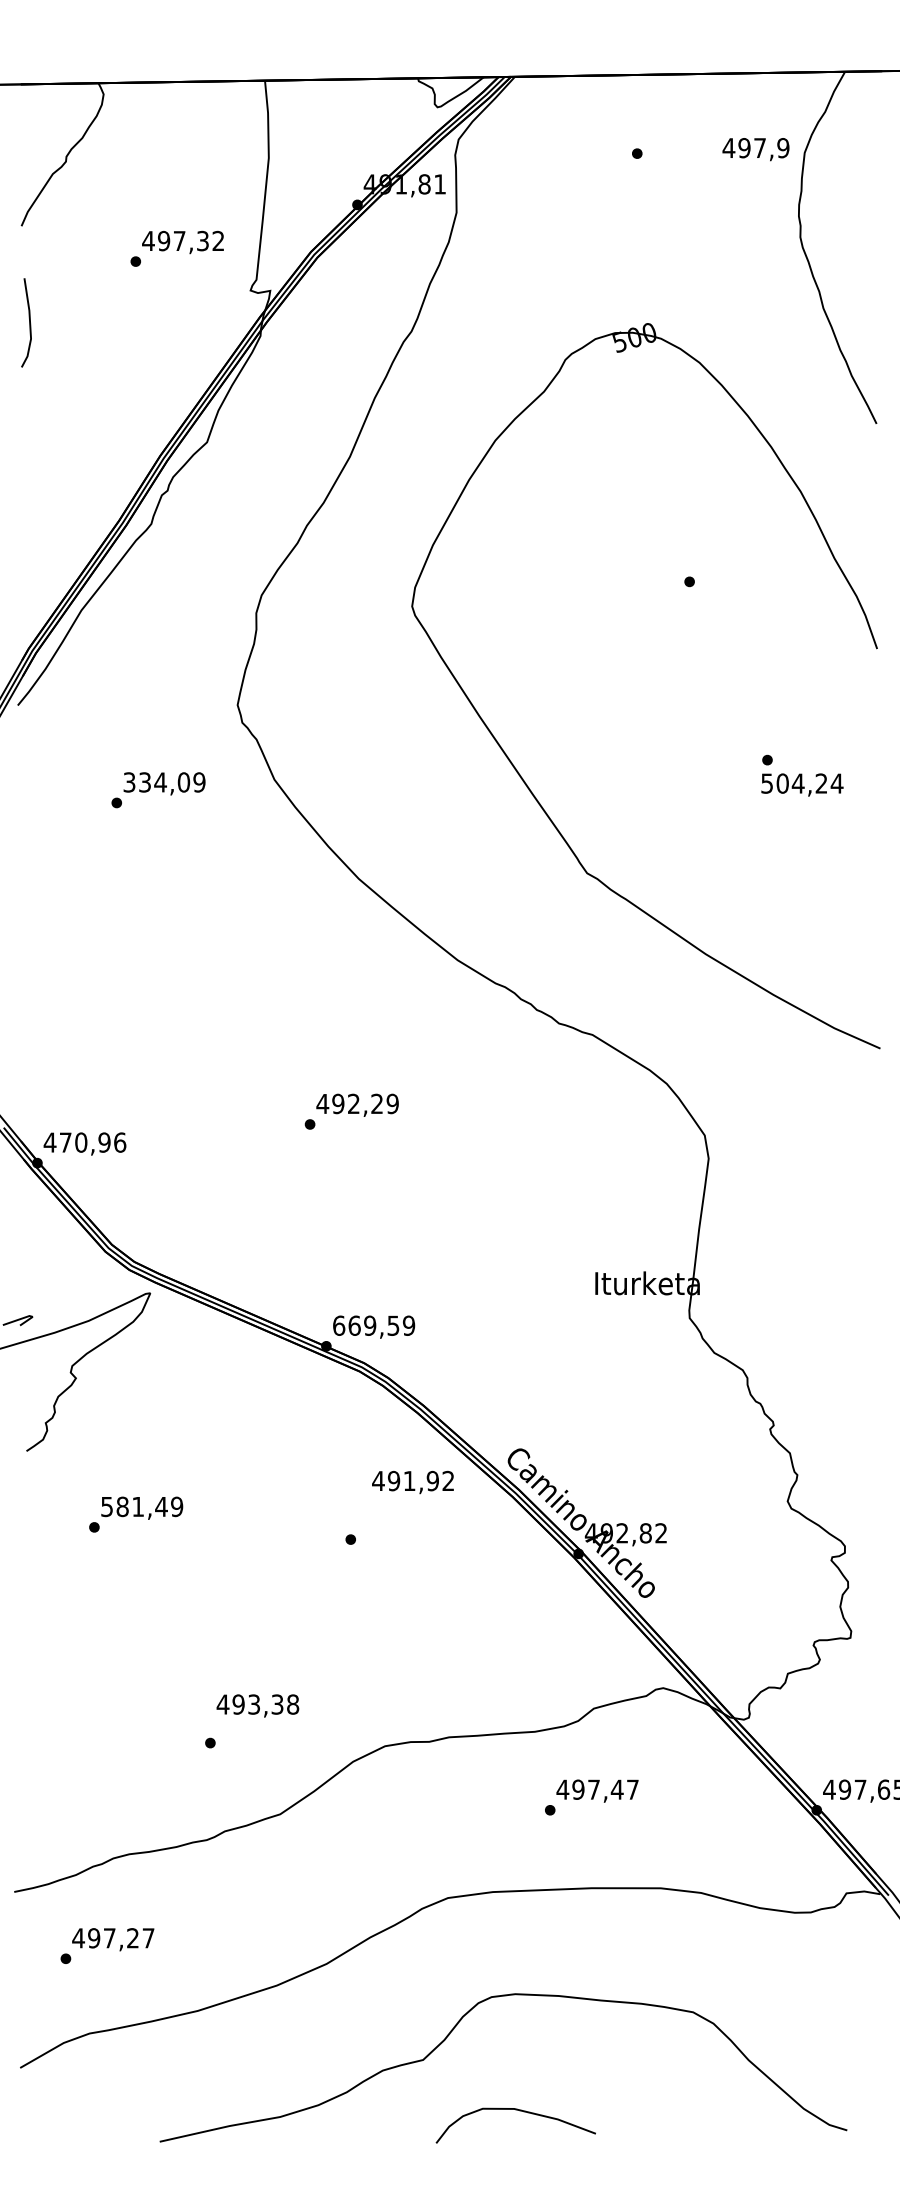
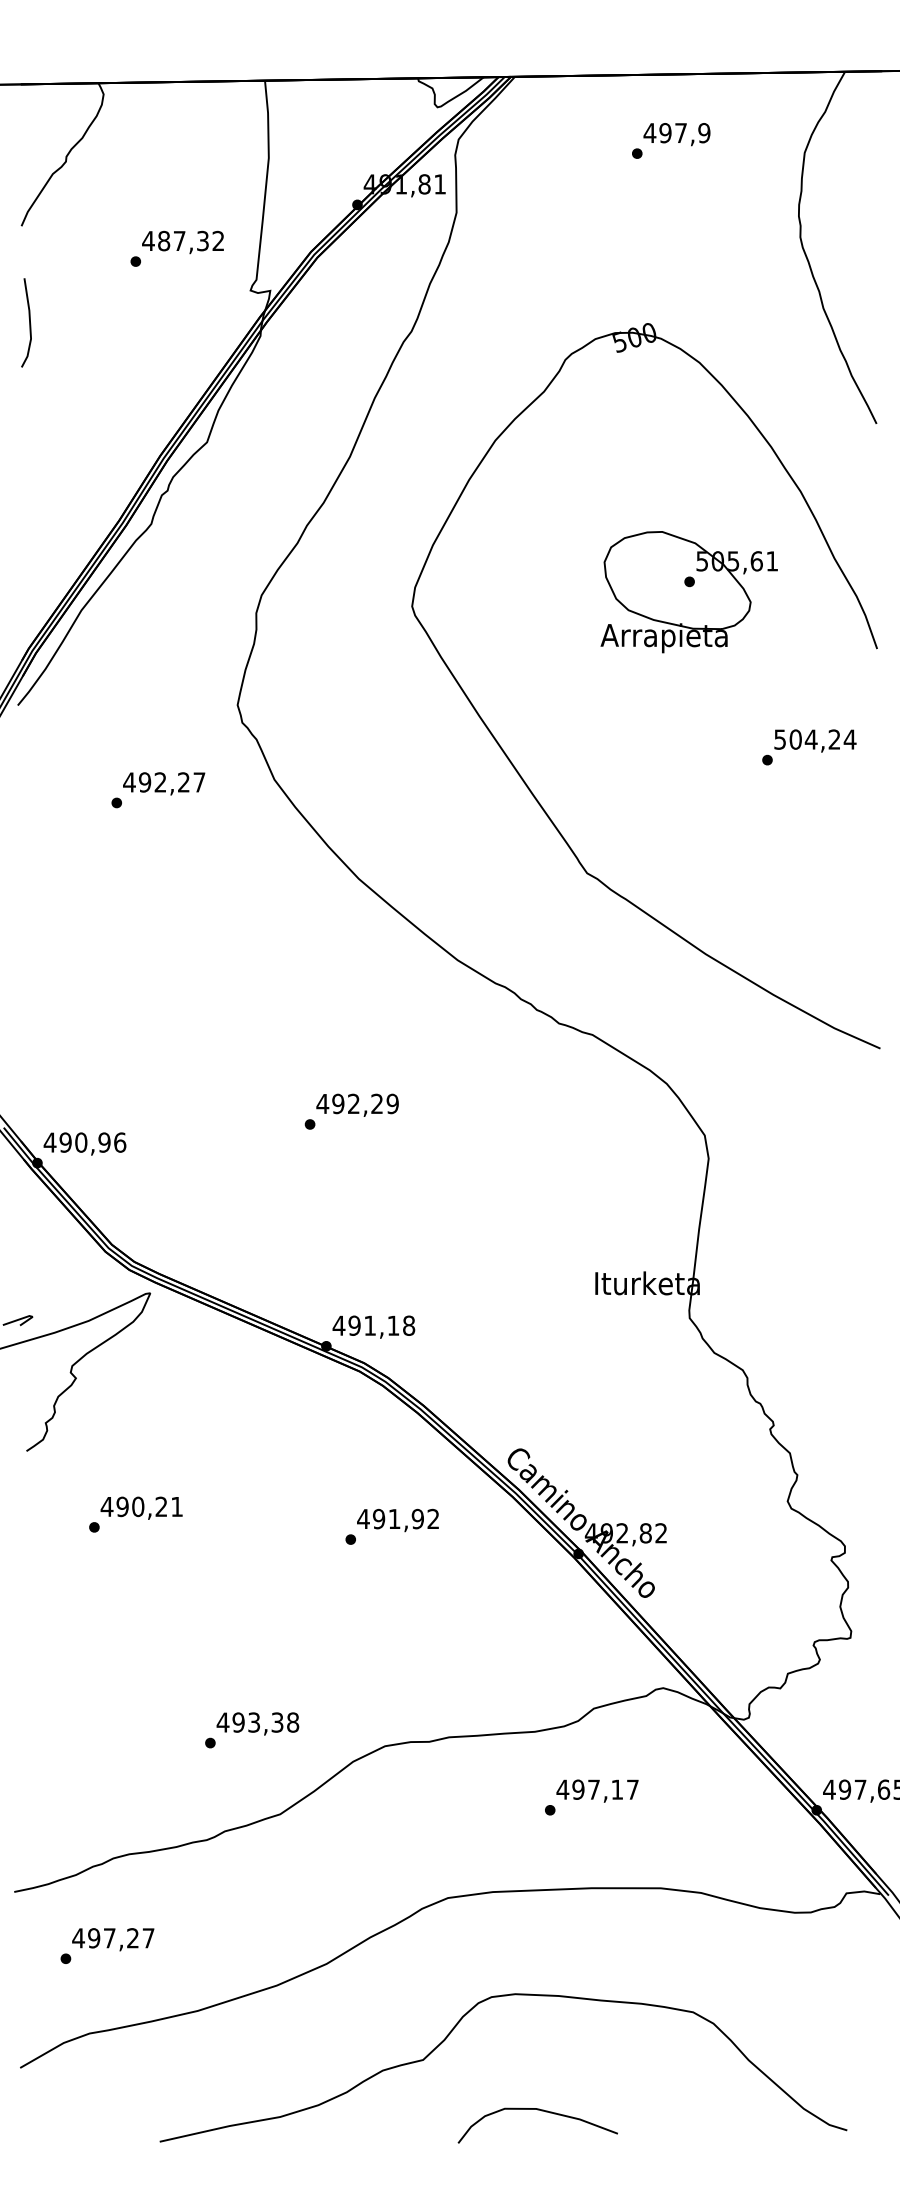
text at (755, 149) position: (755, 149) -> (676, 134)
text at (164, 241): 497,32 -> 487,32
part at (688, 592): none -> present
text at (164, 782): 334,09 -> 492,27
text at (802, 784) position: (802, 784) -> (815, 740)
text at (65, 1142): 470,96 -> 490,96
text at (373, 1325): 669,59 -> 491,18
text at (412, 1482) position: (412, 1482) -> (397, 1520)
text at (141, 1506): 581,49 -> 490,21
text at (257, 1705) position: (257, 1705) -> (257, 1723)
text at (616, 1789): 497,47 -> 497,17
curve at (519, 2111) position: (519, 2111) -> (541, 2111)
